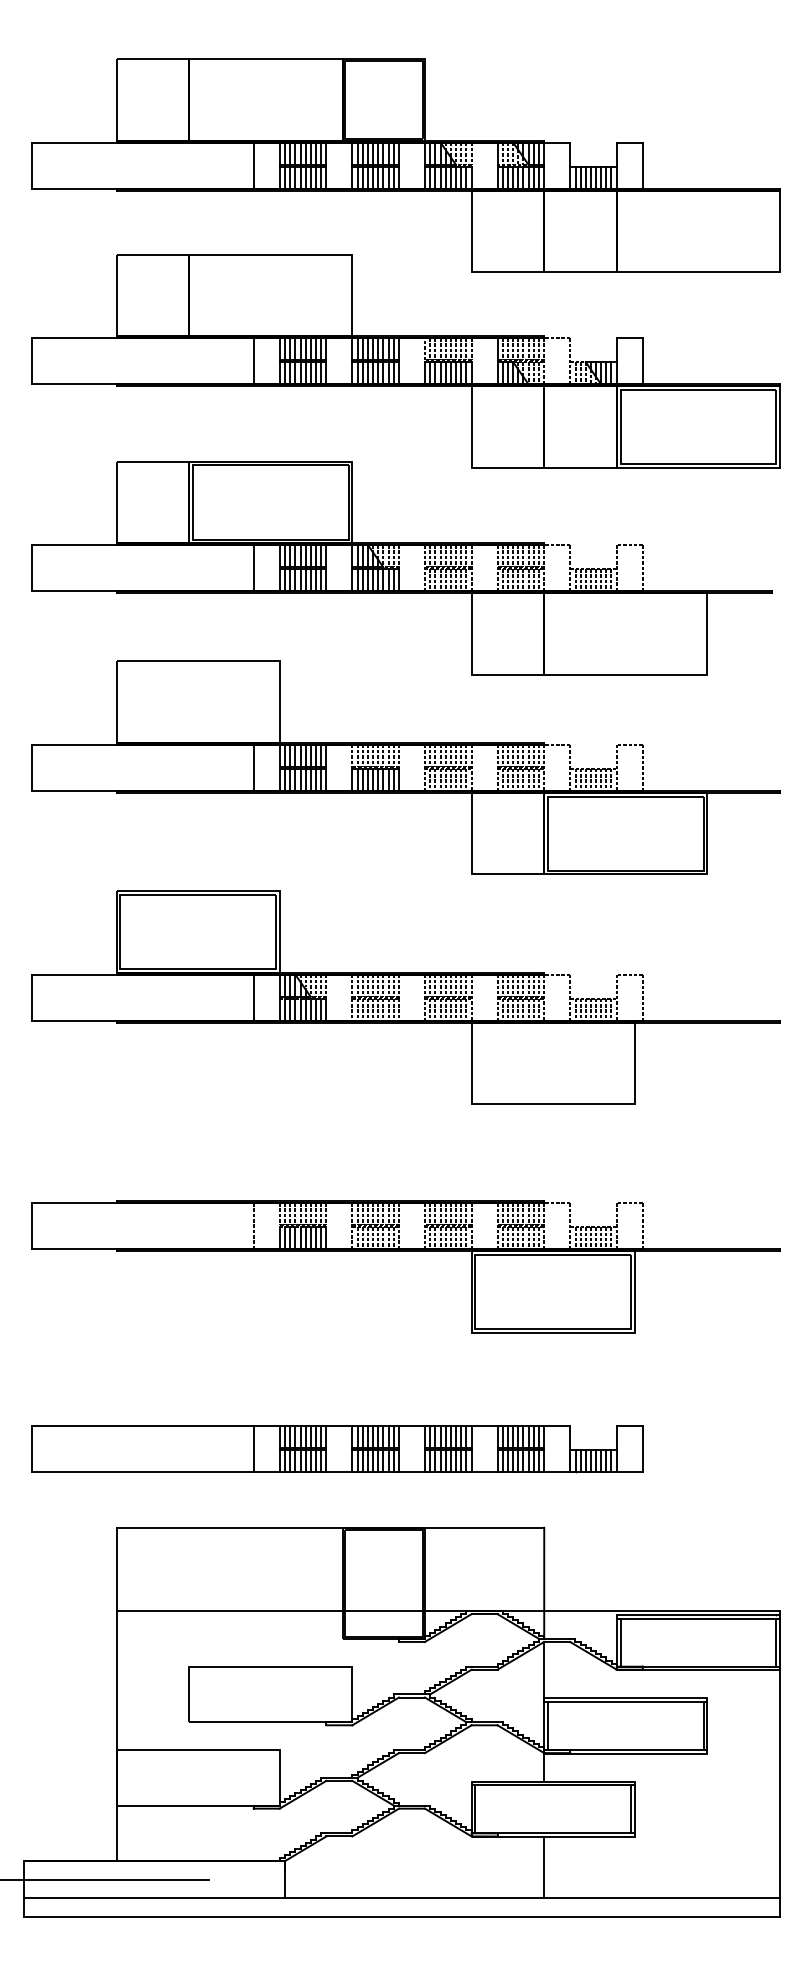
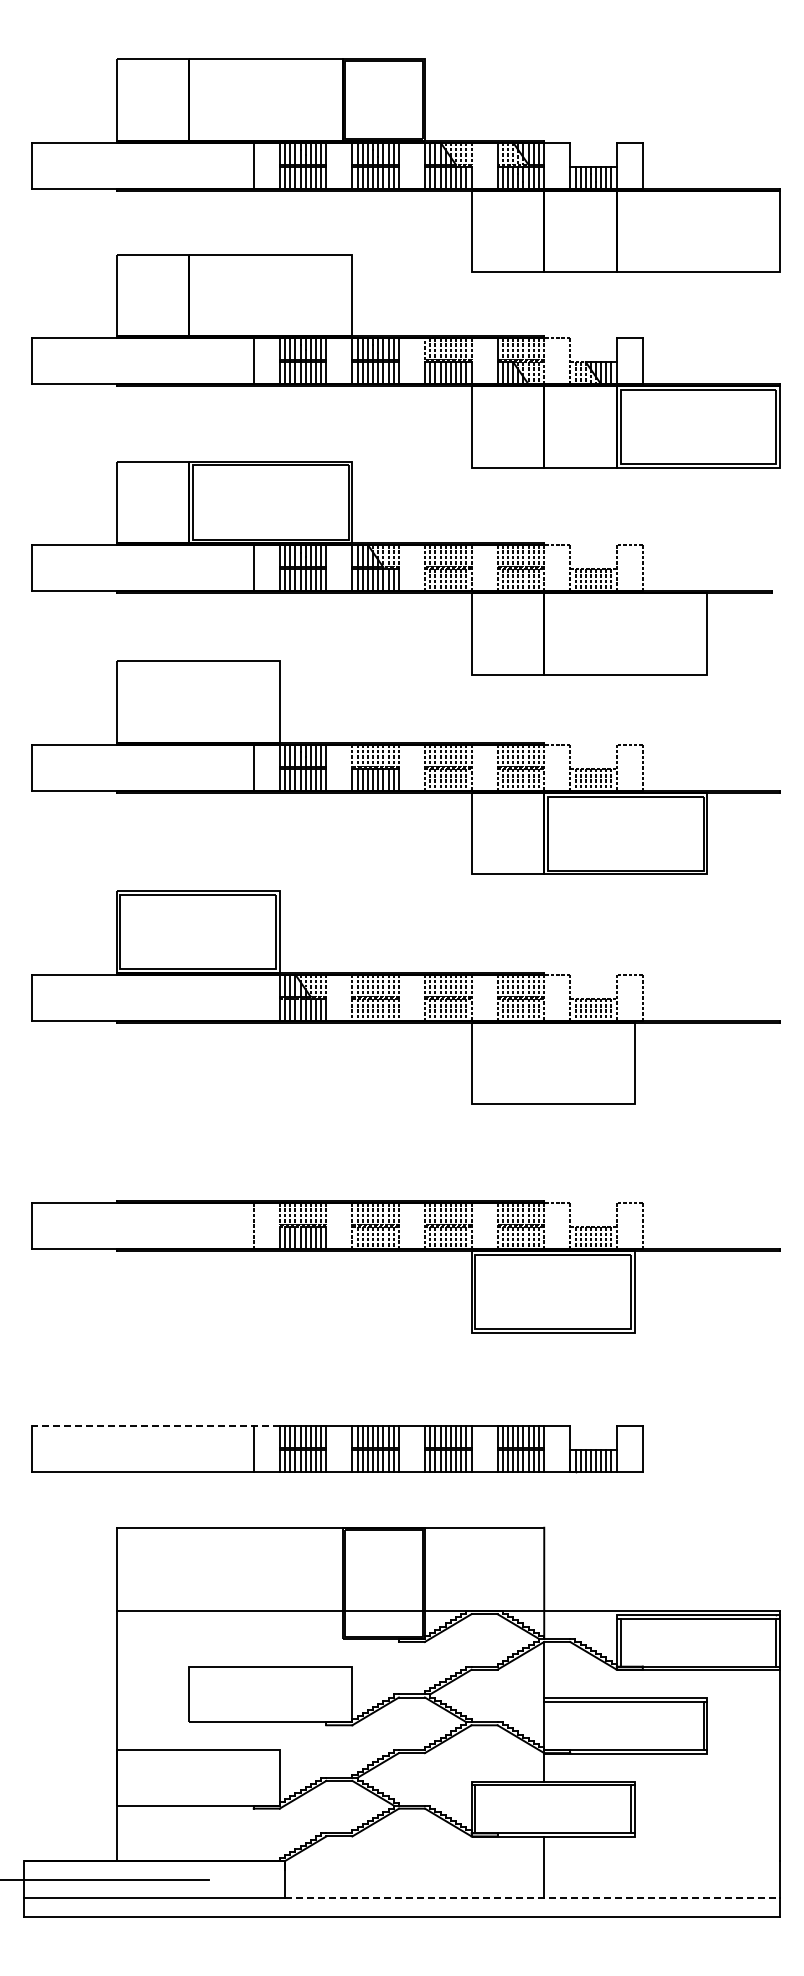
line at (253, 997): present -> none
line at (155, 1425): solid -> dashed
line at (547, 1725): present -> none
line at (532, 1898): solid -> dashed
